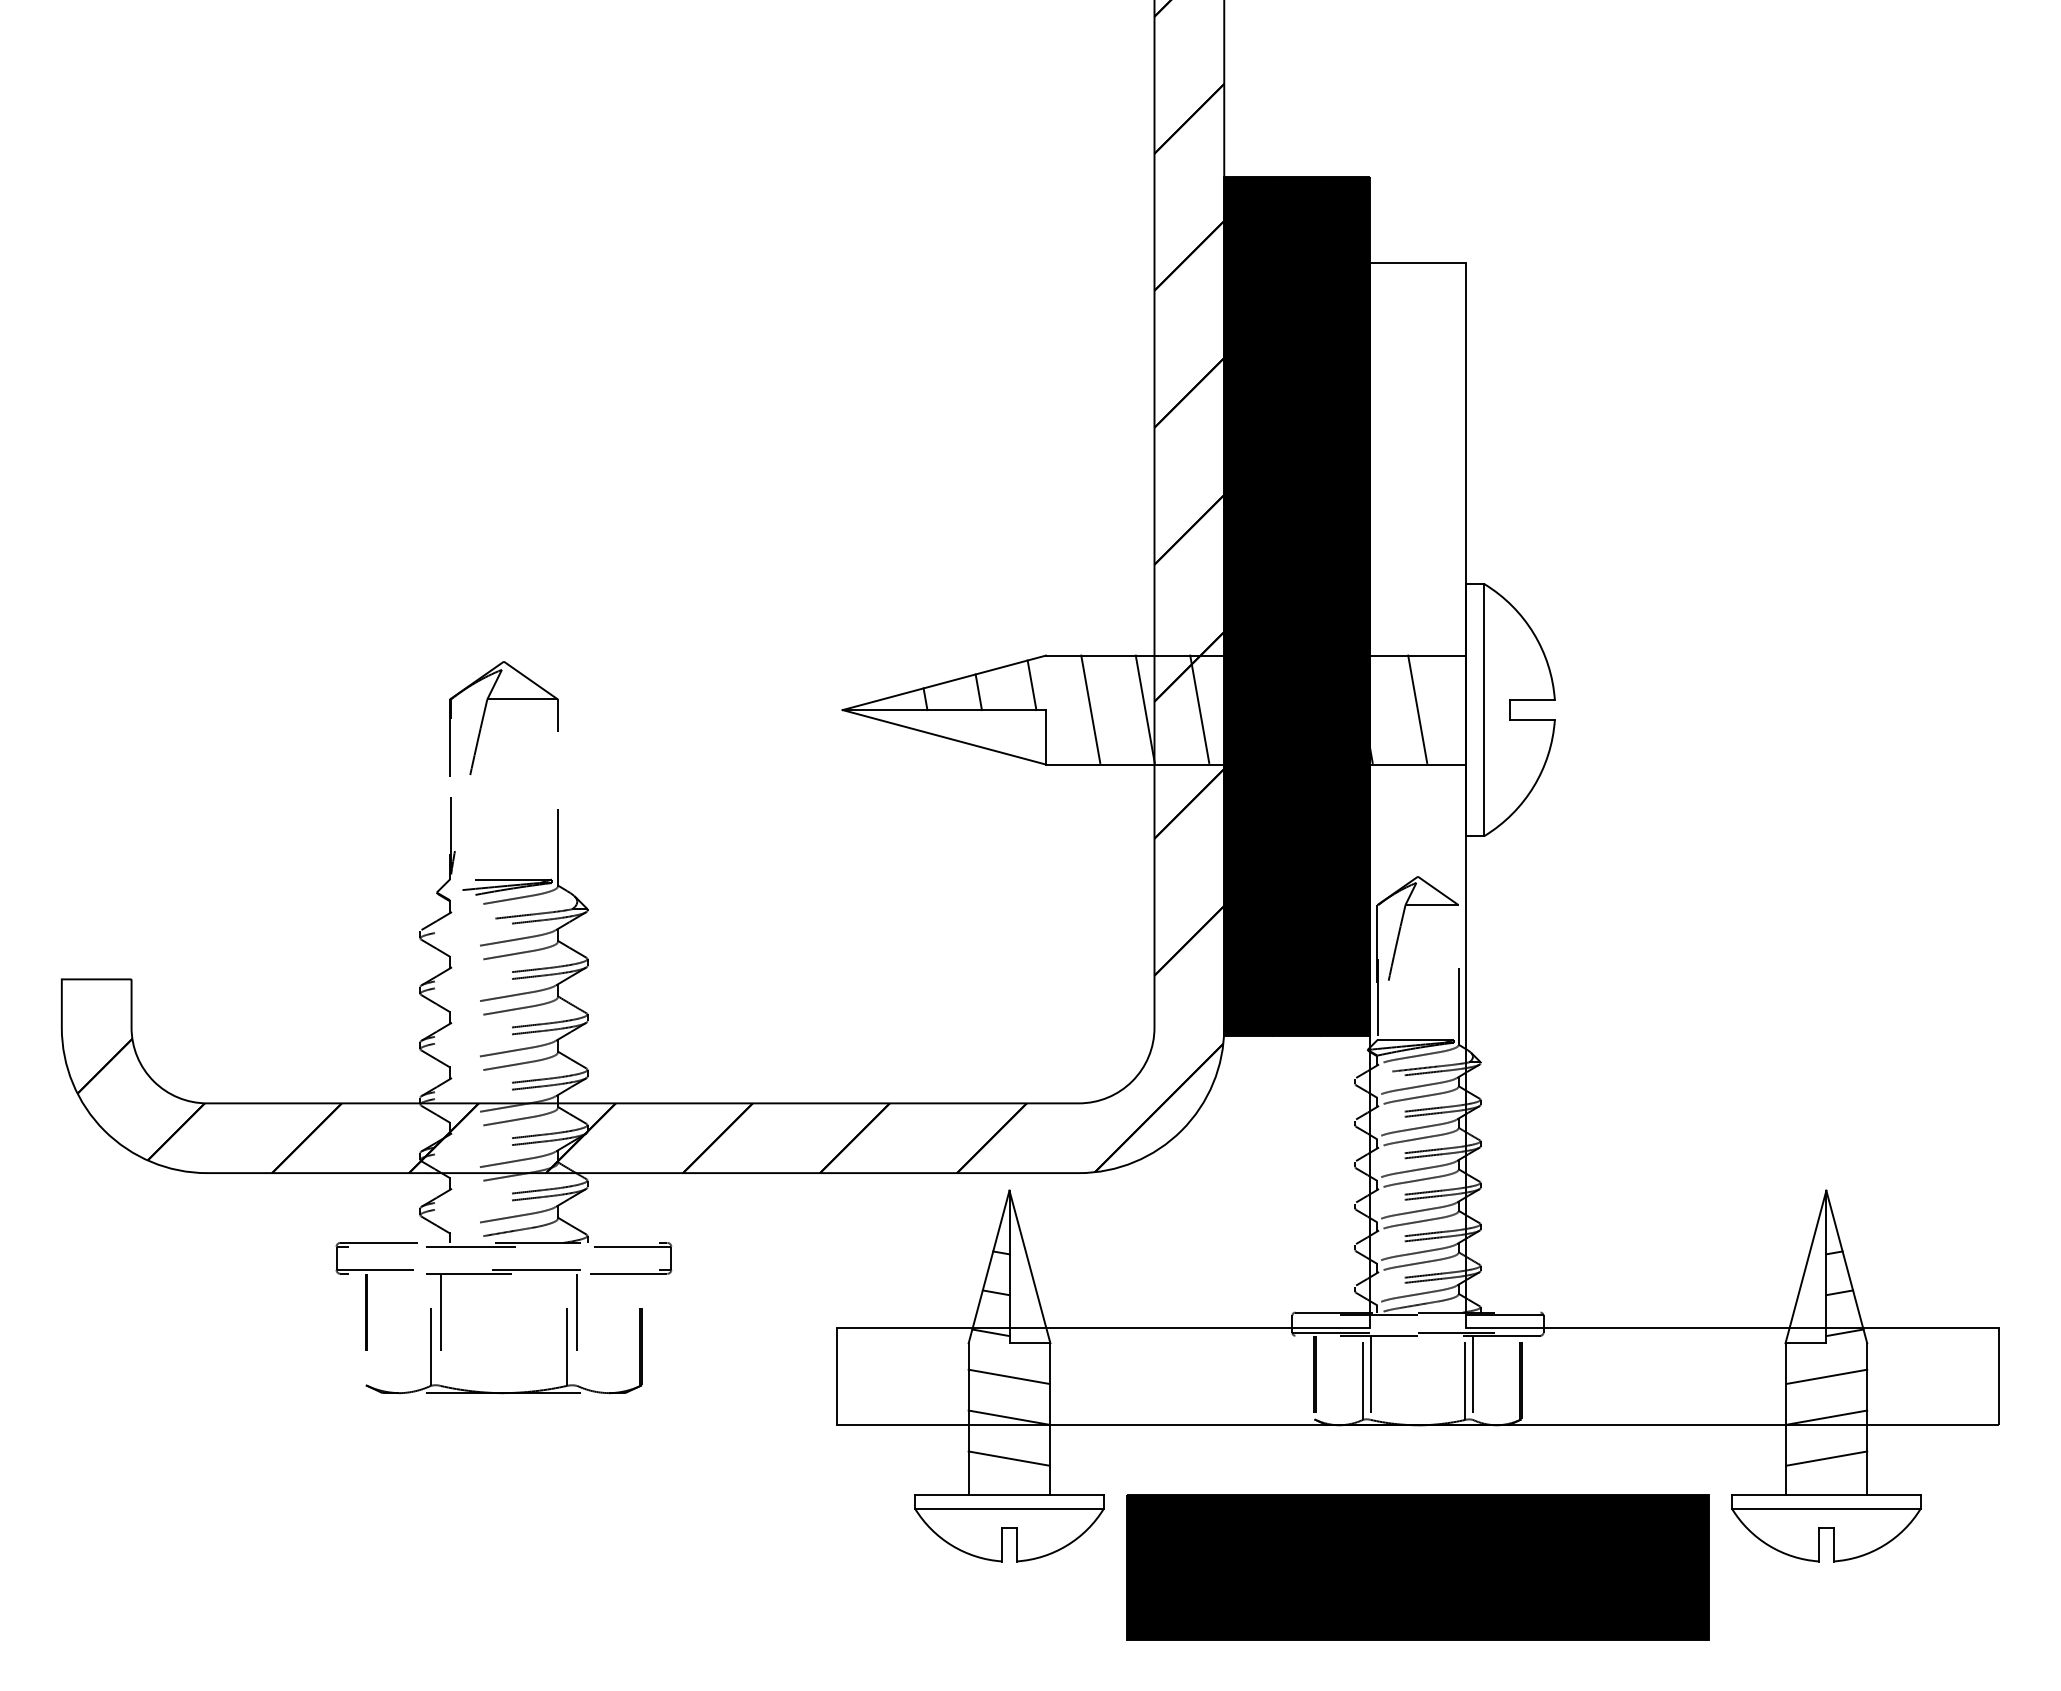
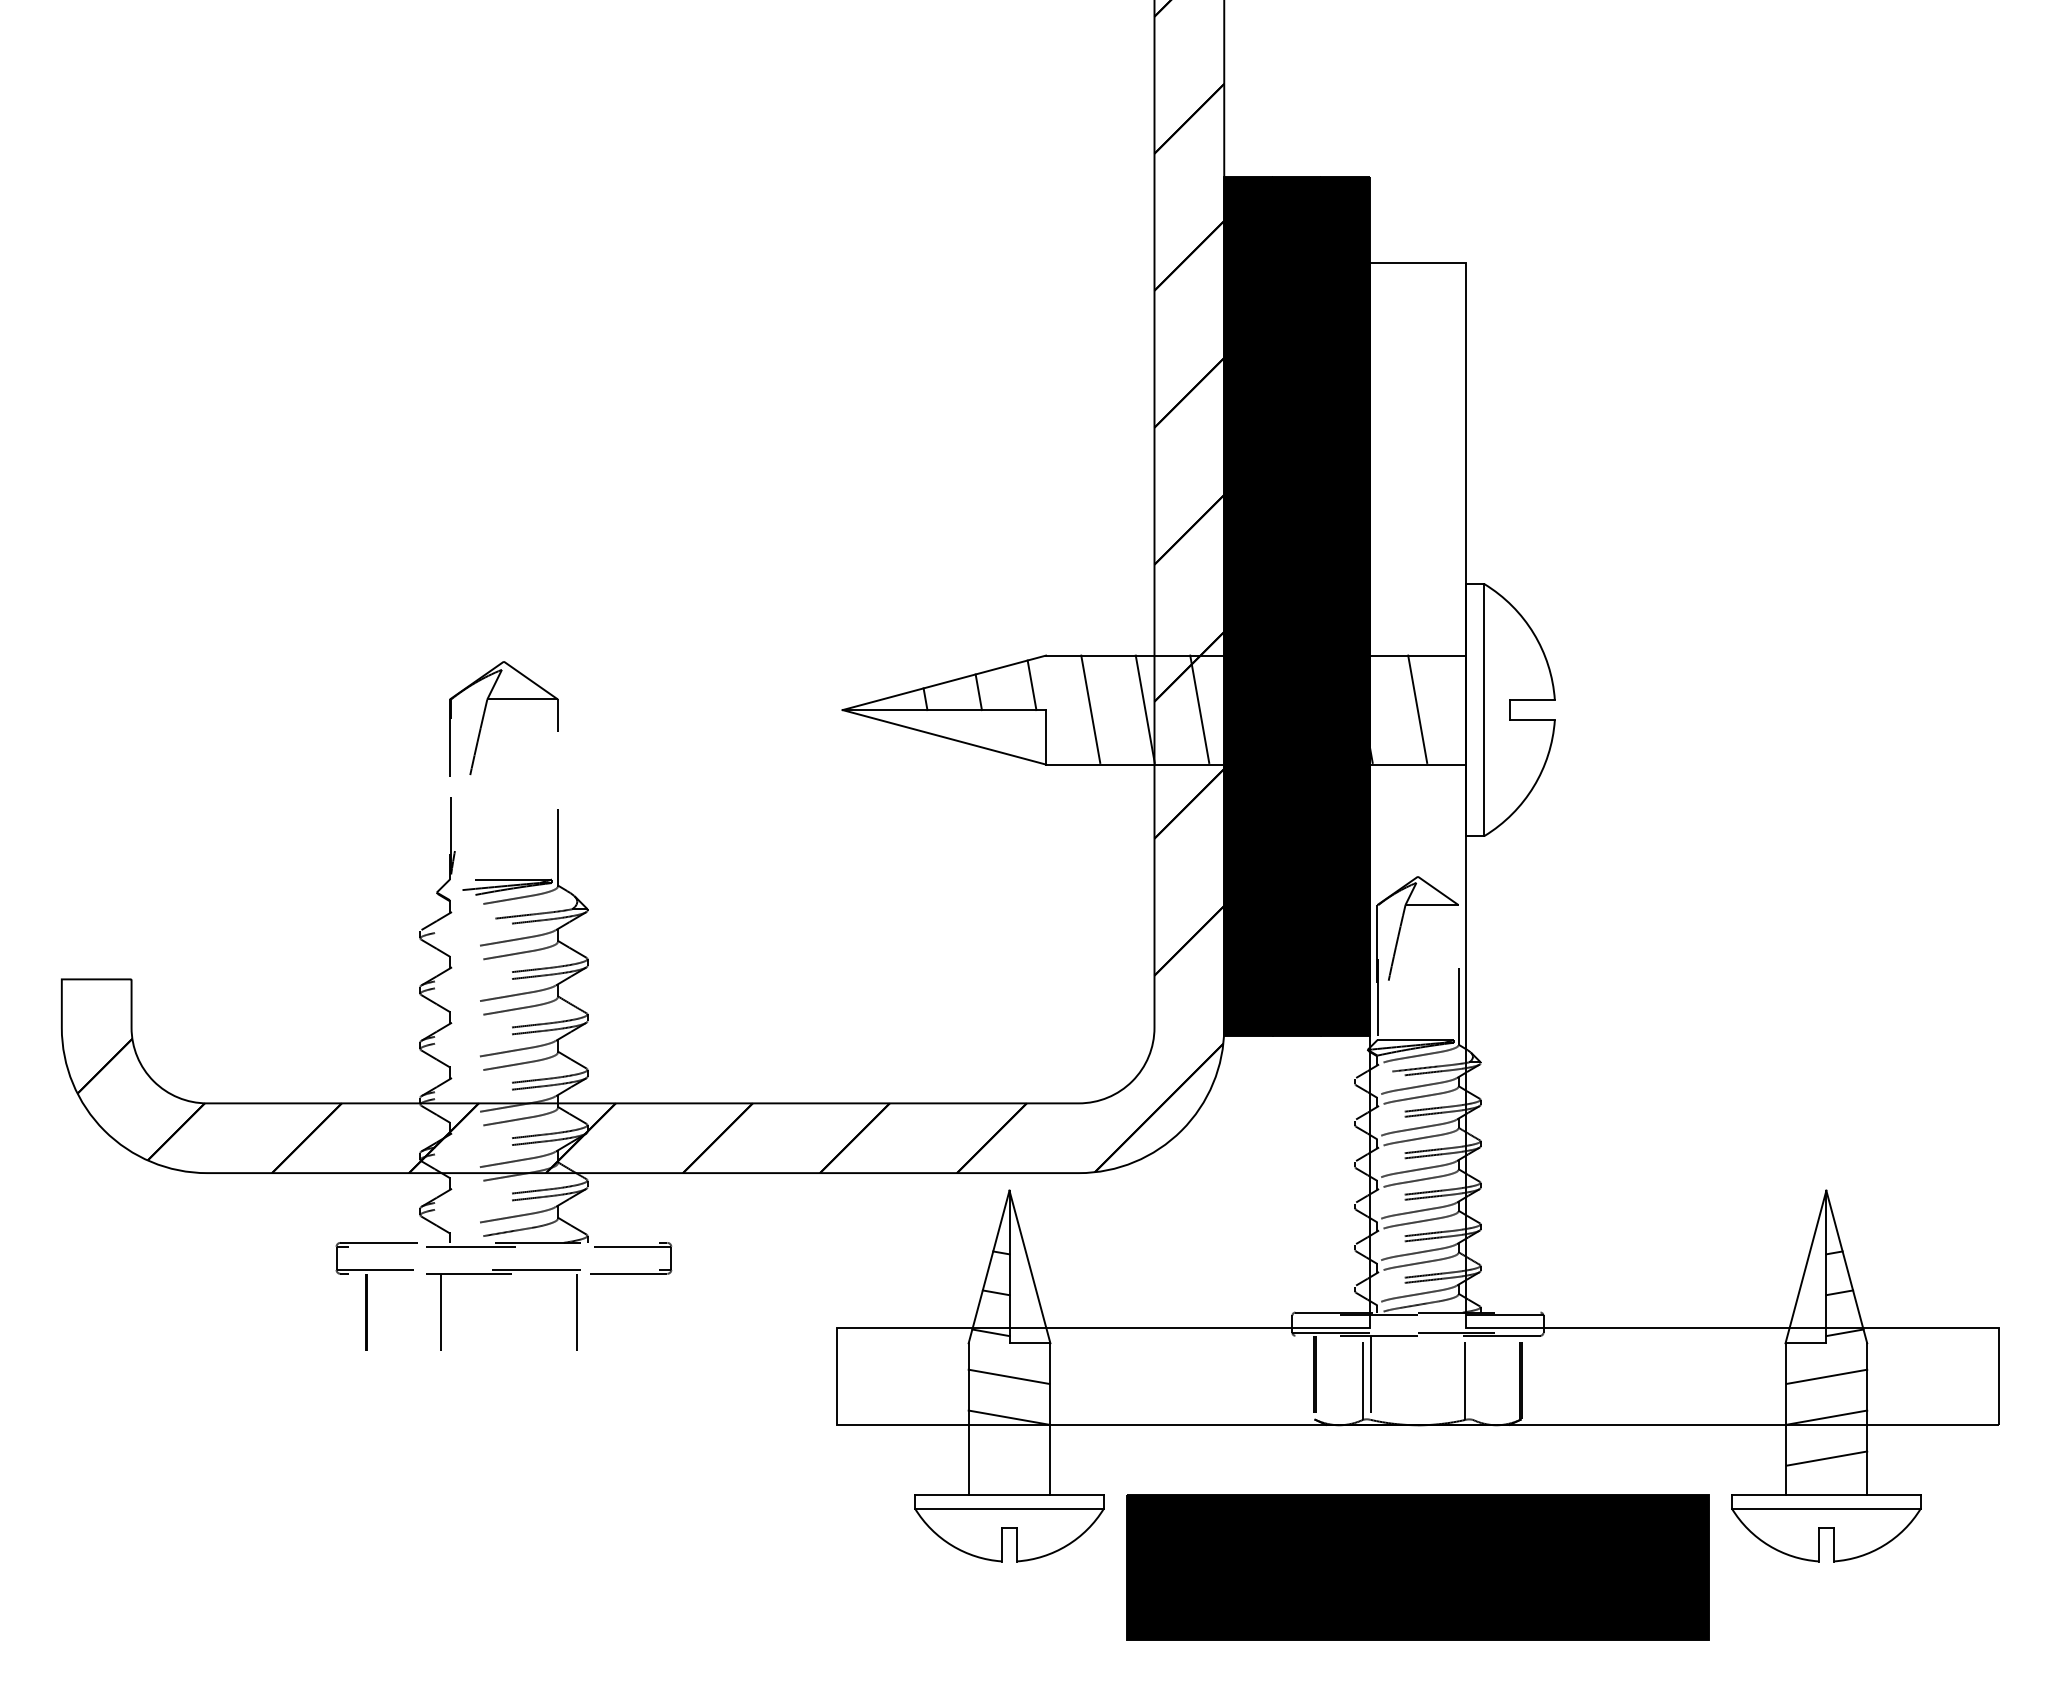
line at (1472, 1377): present -> none
part at (503, 1392): present -> none
line at (1008, 1458): present -> none
